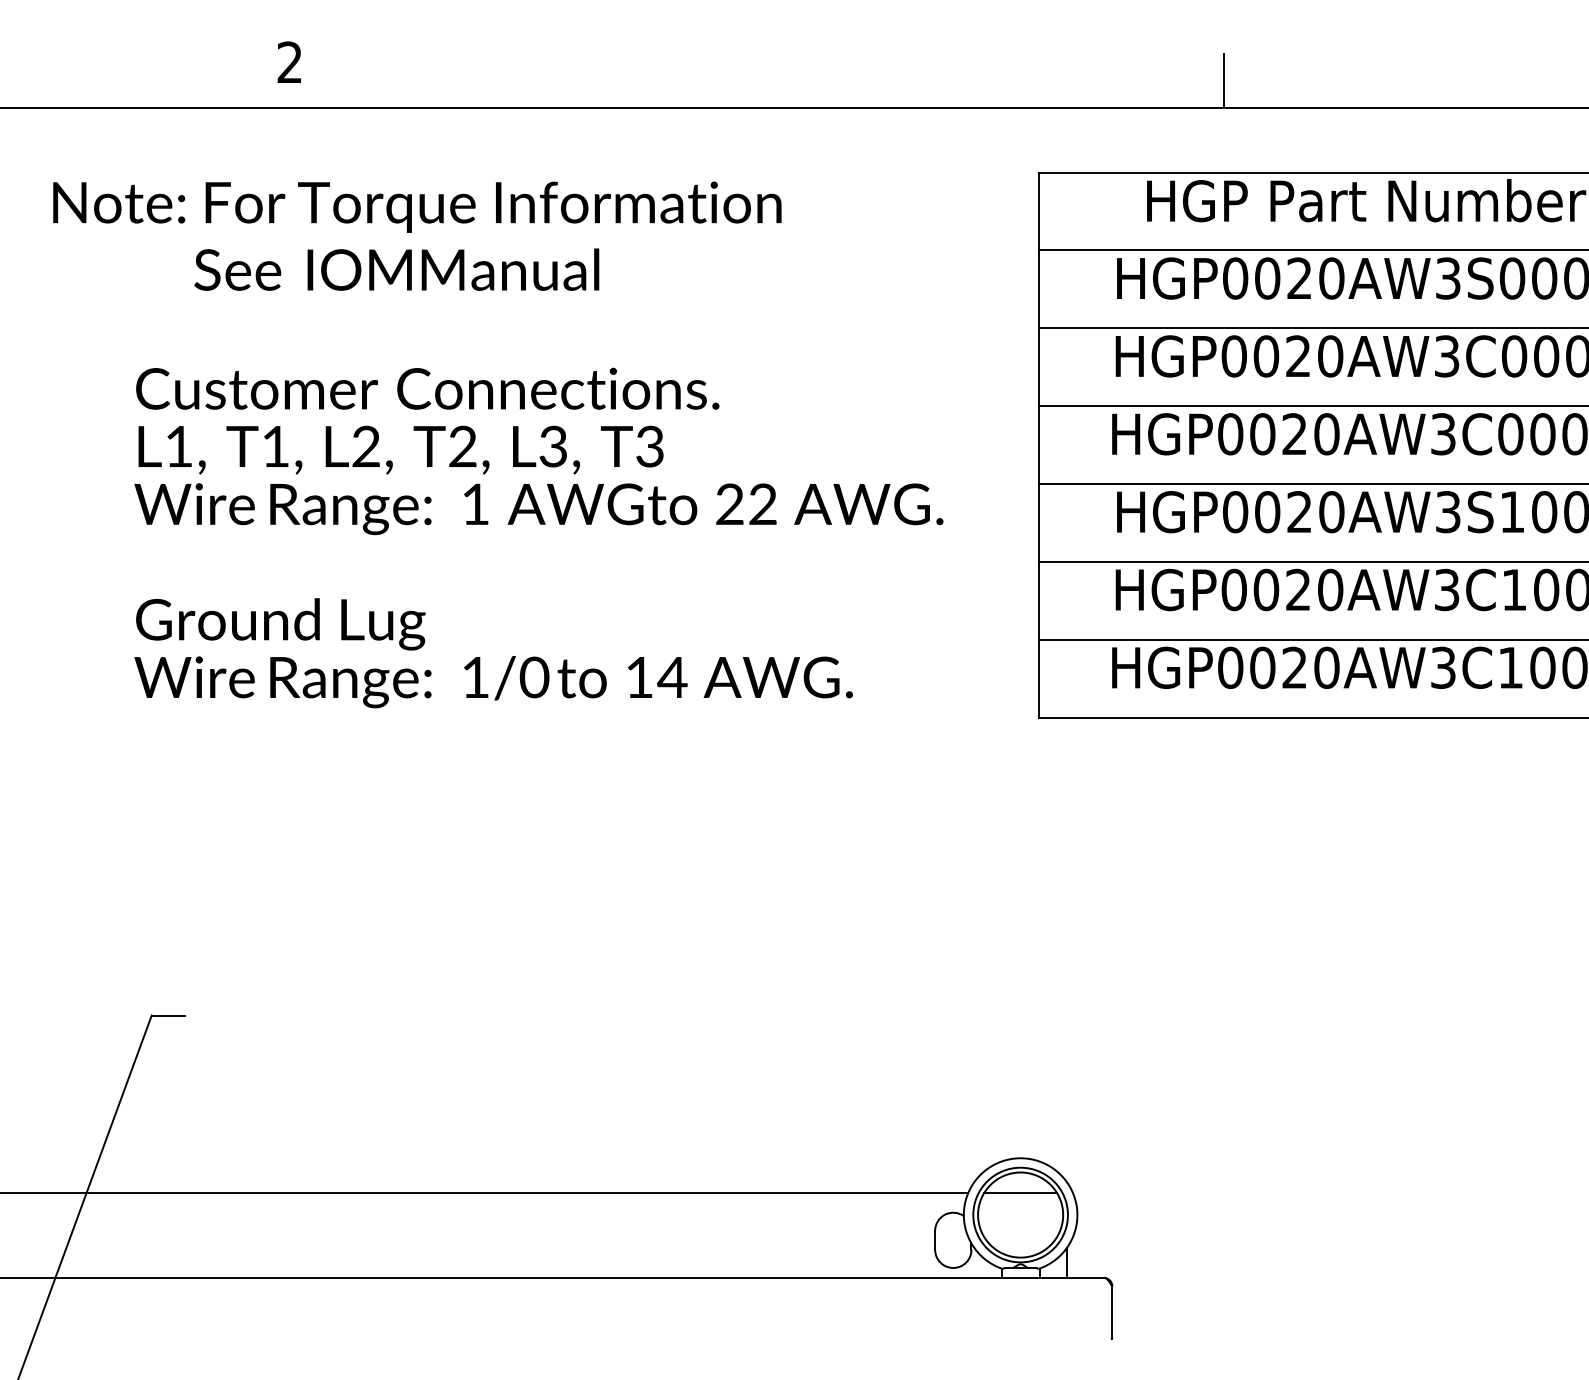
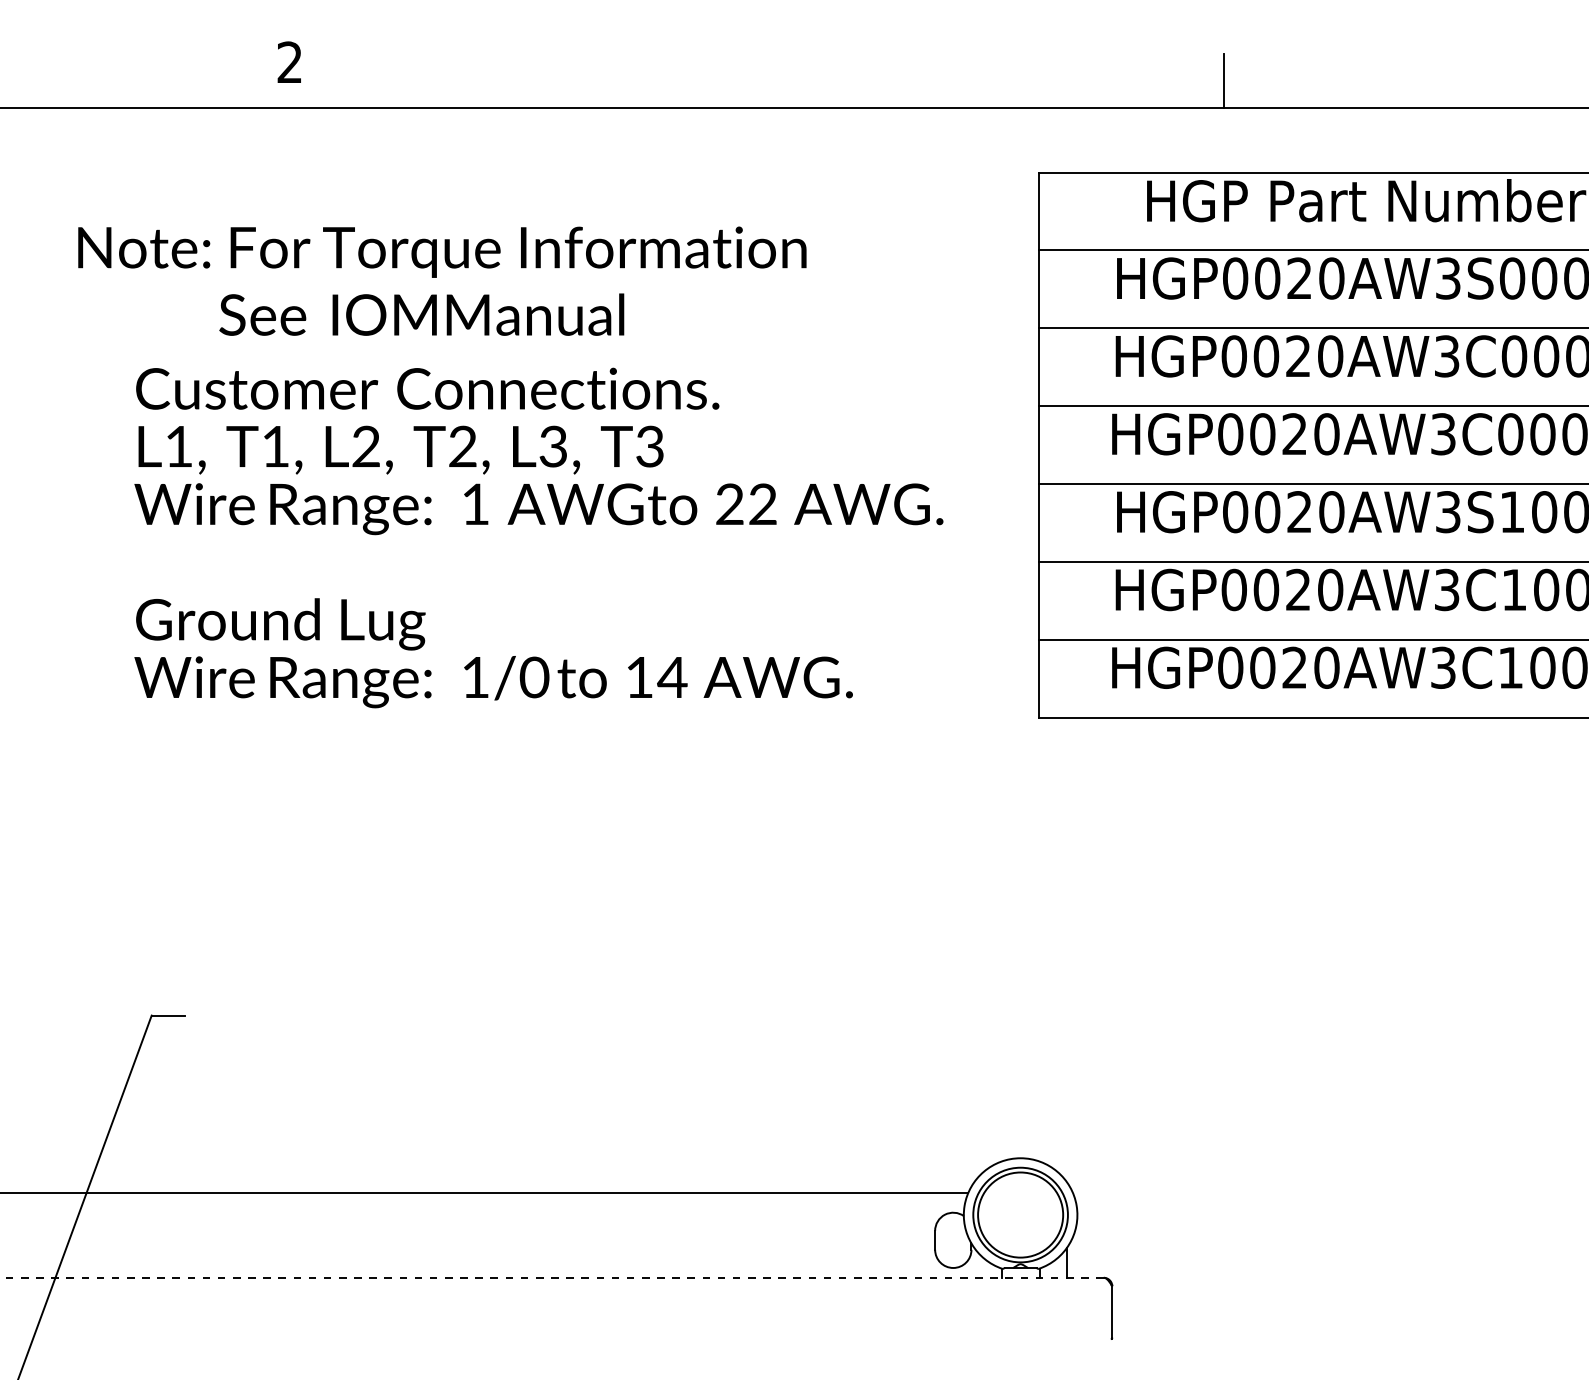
text at (417, 235) position: (417, 235) -> (442, 280)
line at (1020, 1193): present -> none
line at (551, 1277): solid -> dashed
